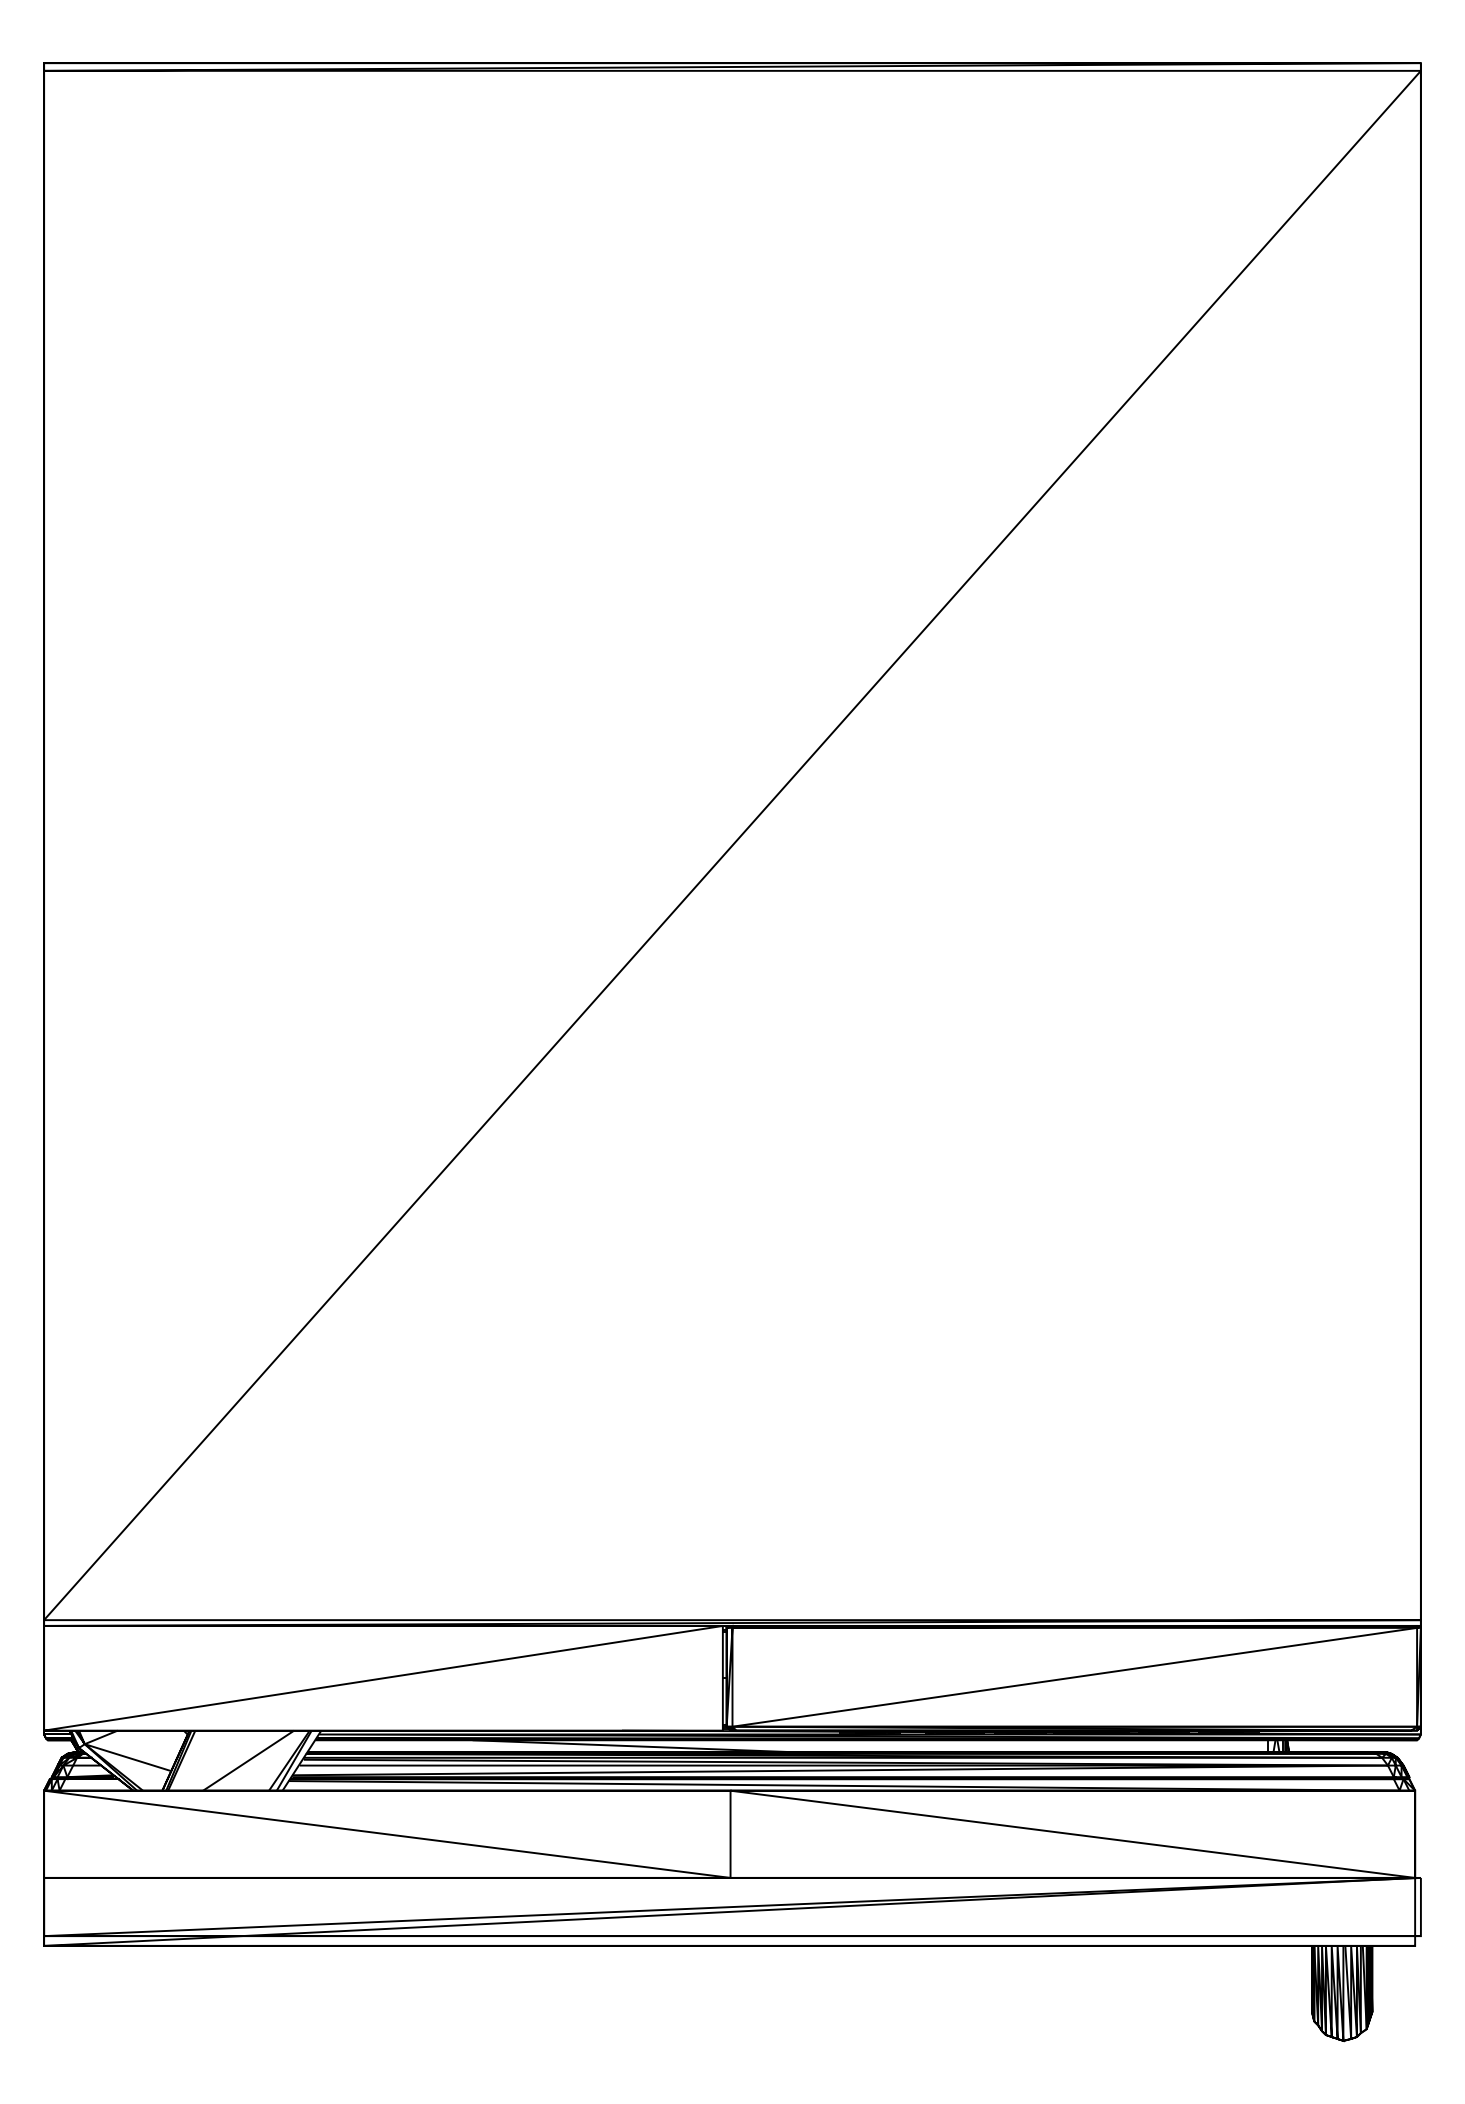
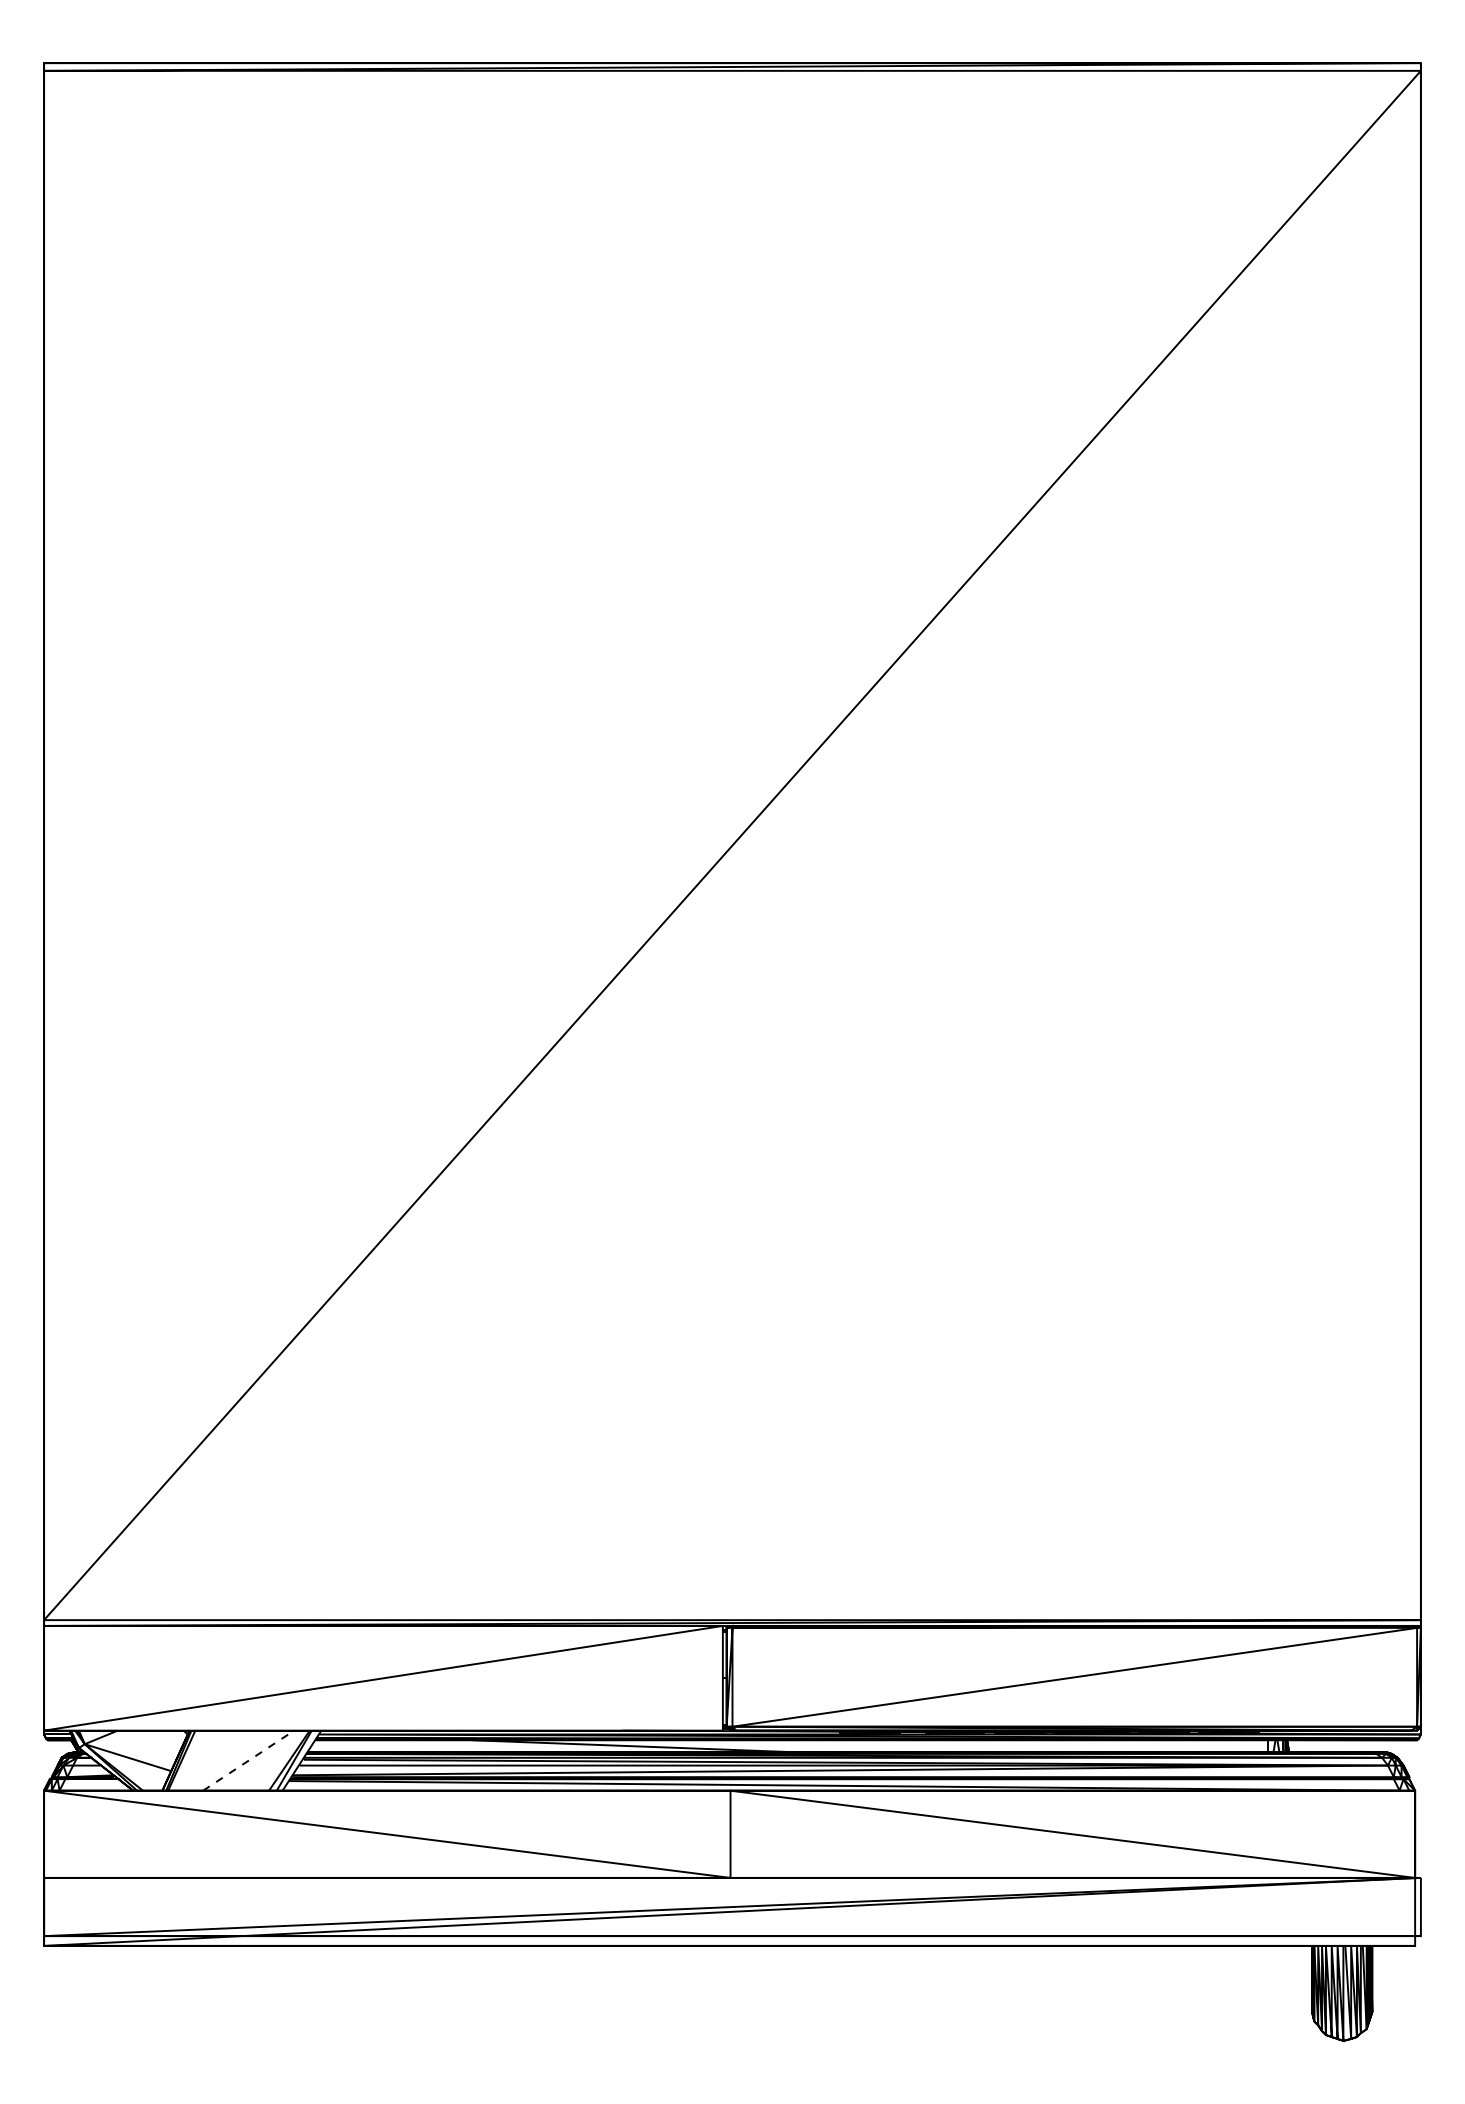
line at (248, 1760): solid -> dashed
